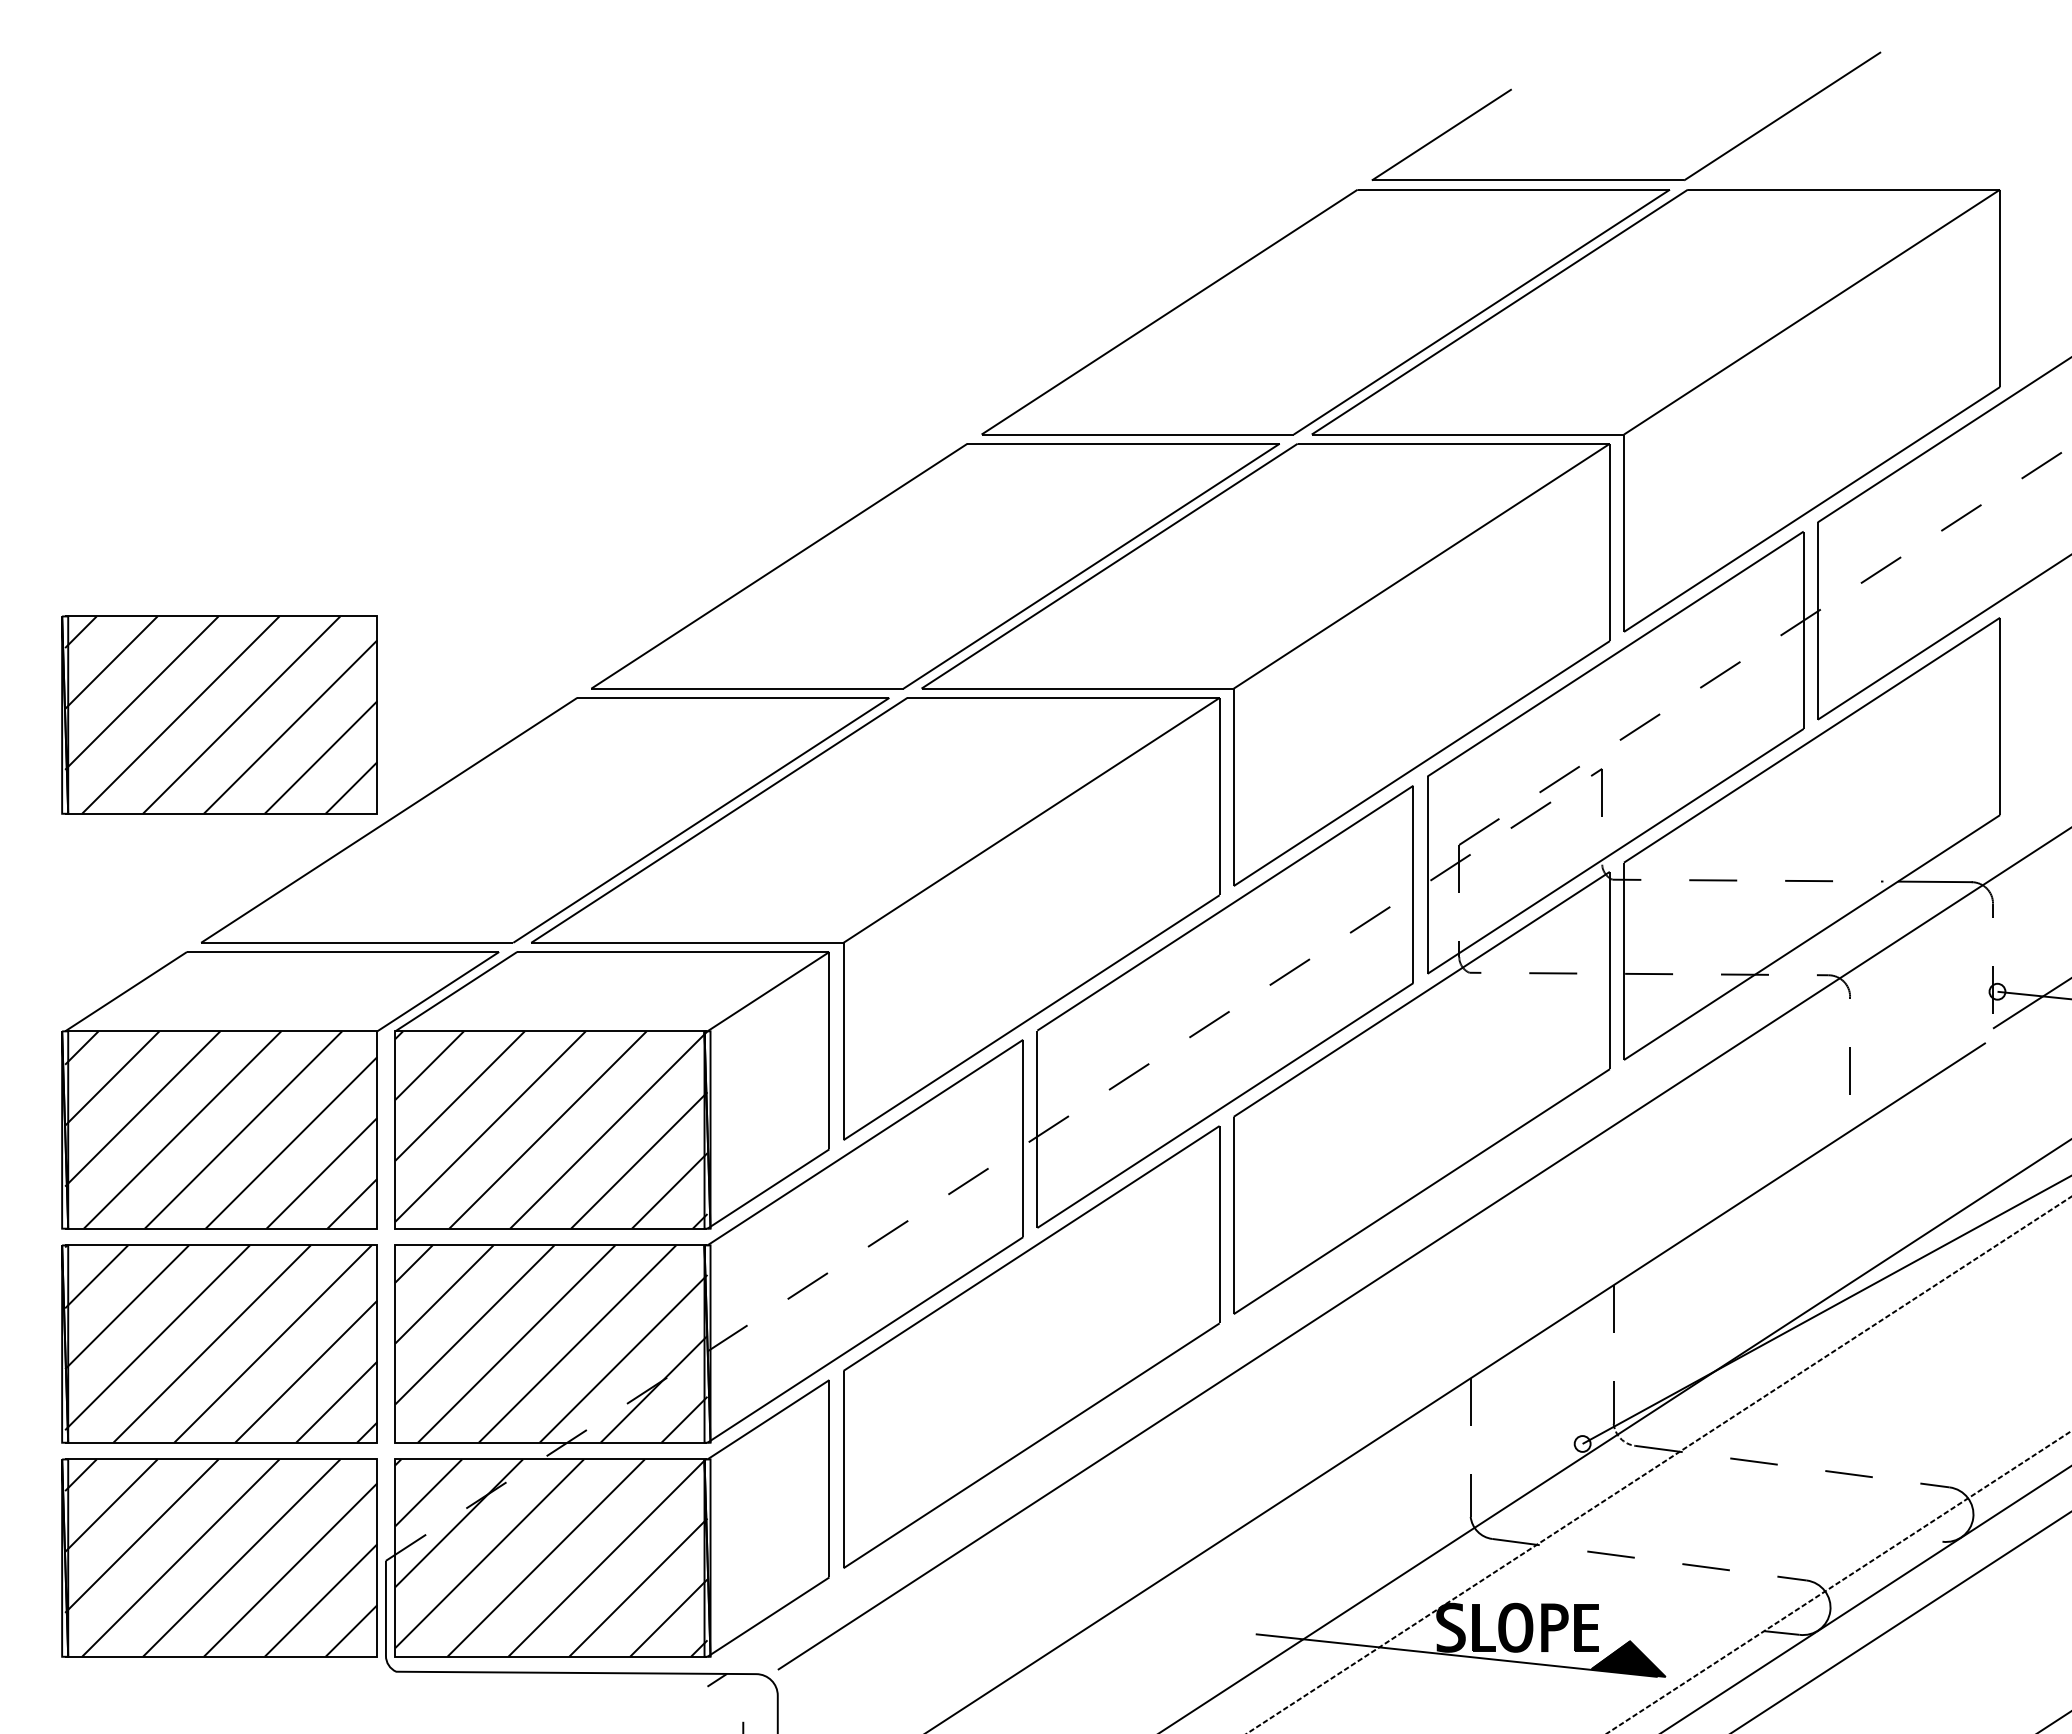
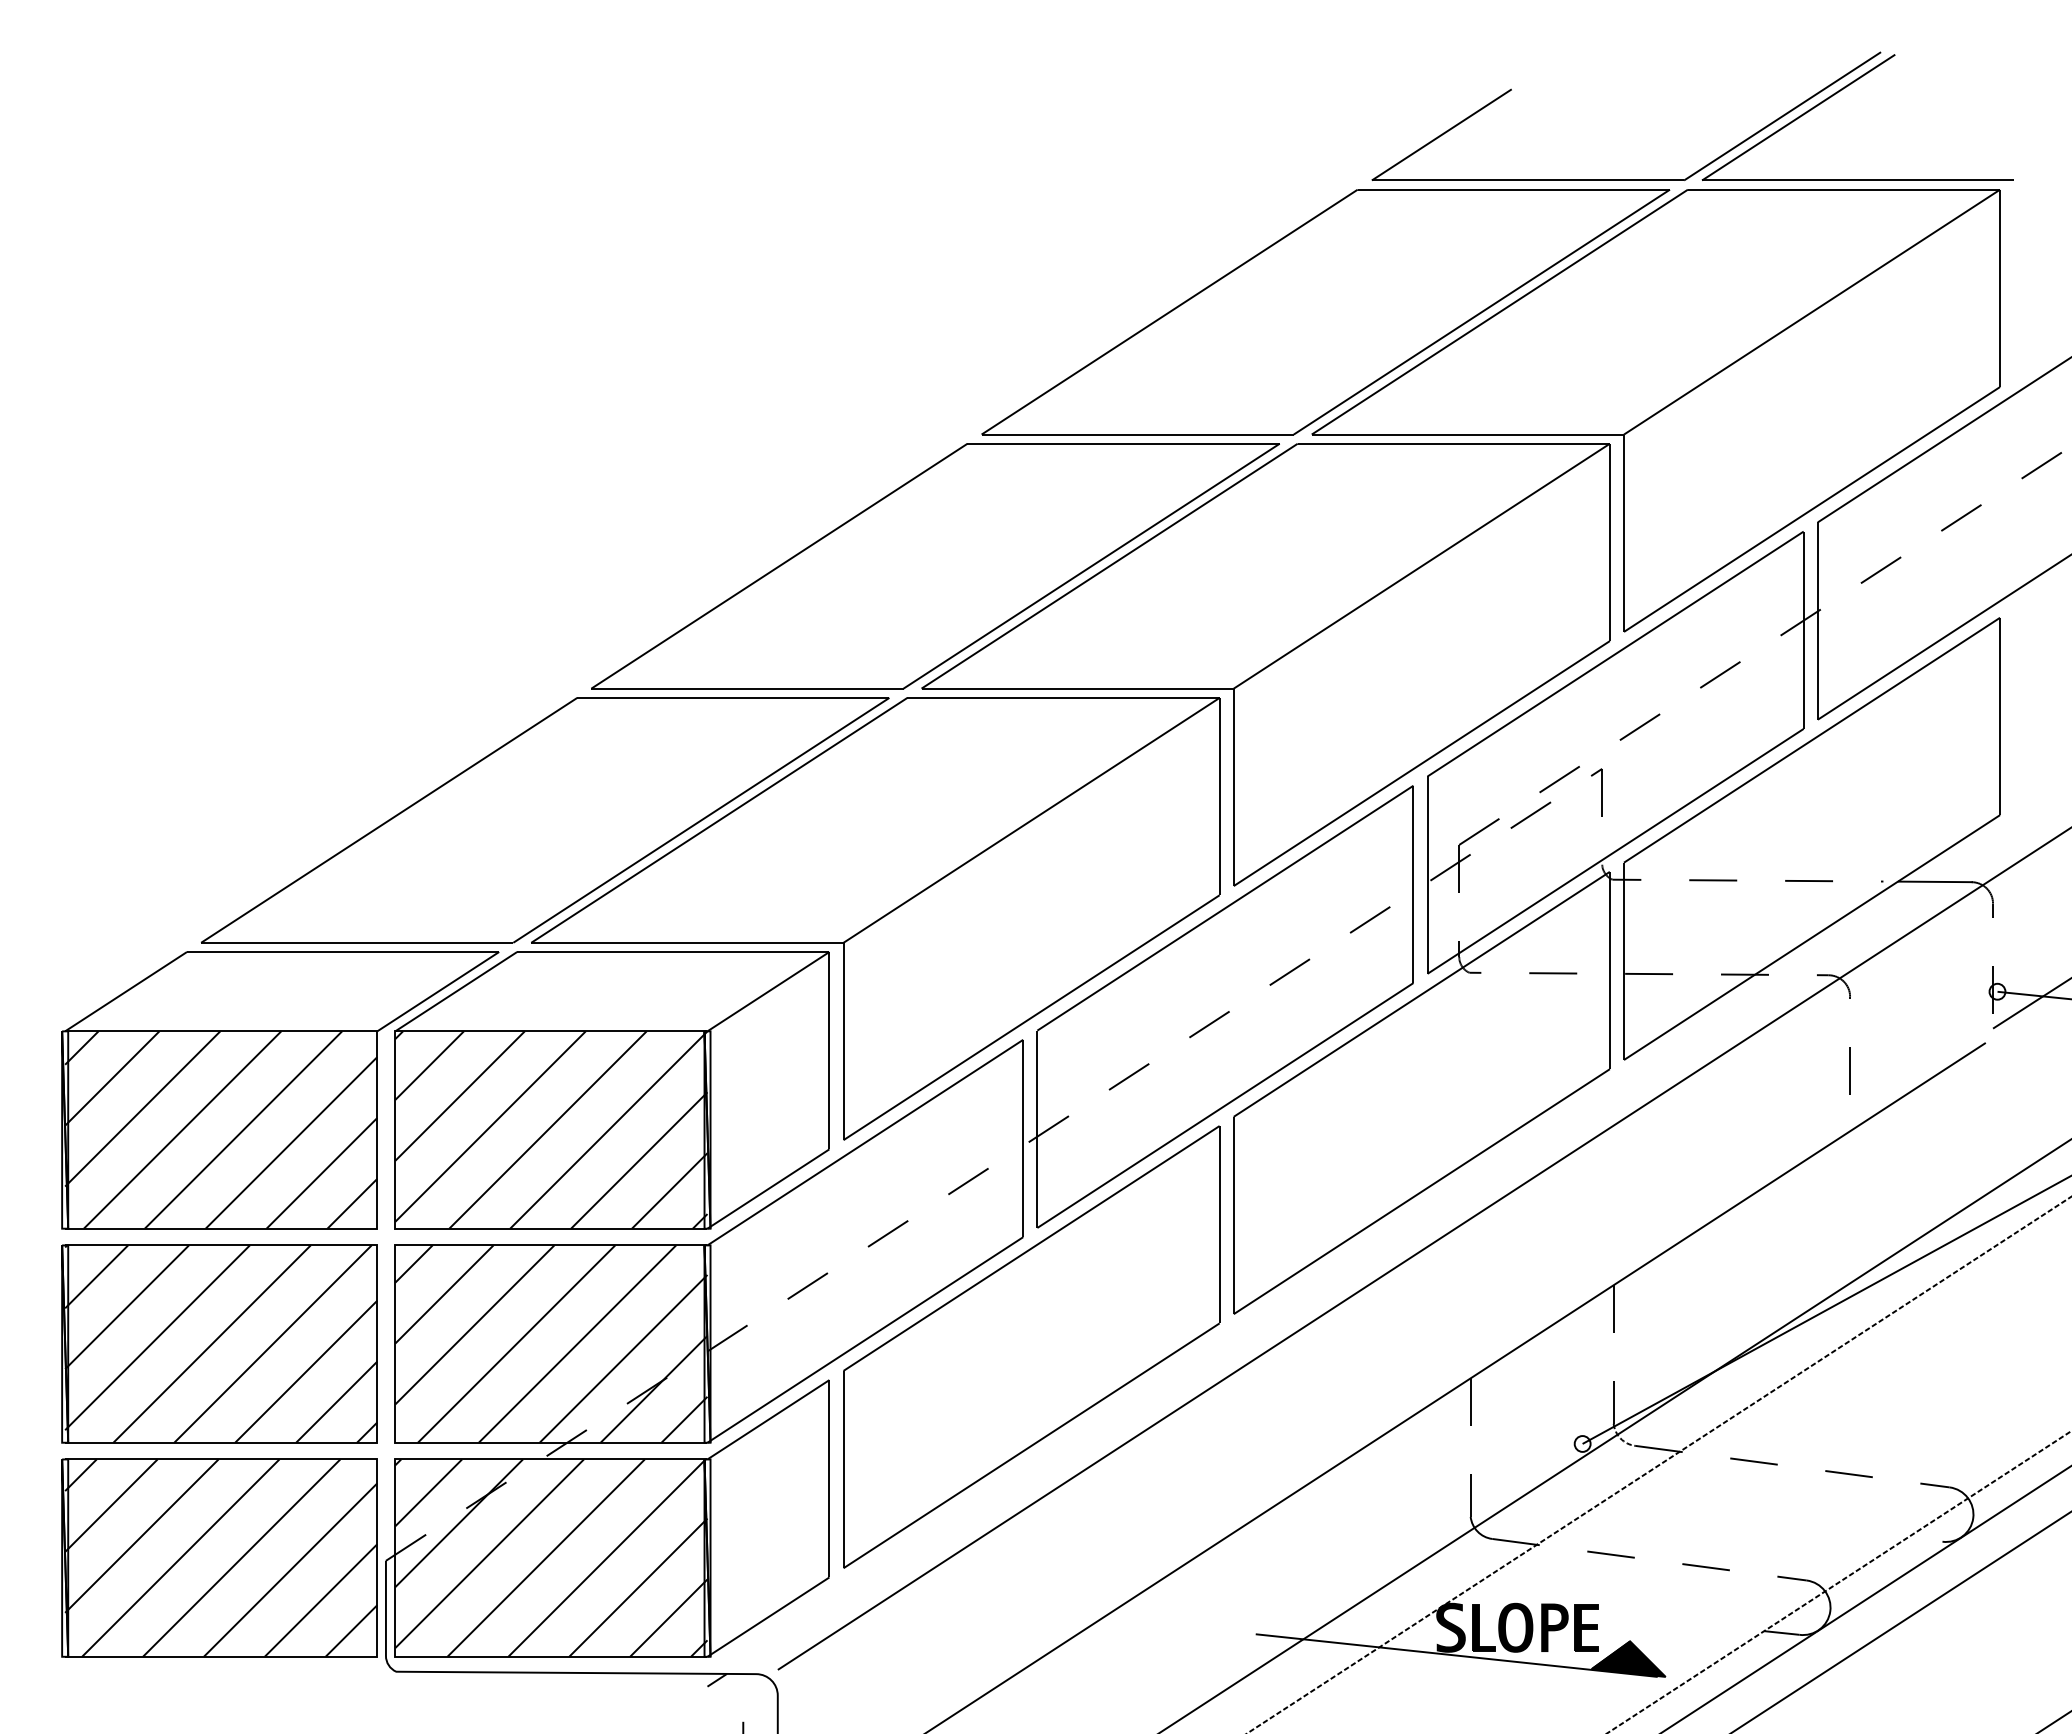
part at (1839, 92): none -> present
part at (219, 714): present -> none
